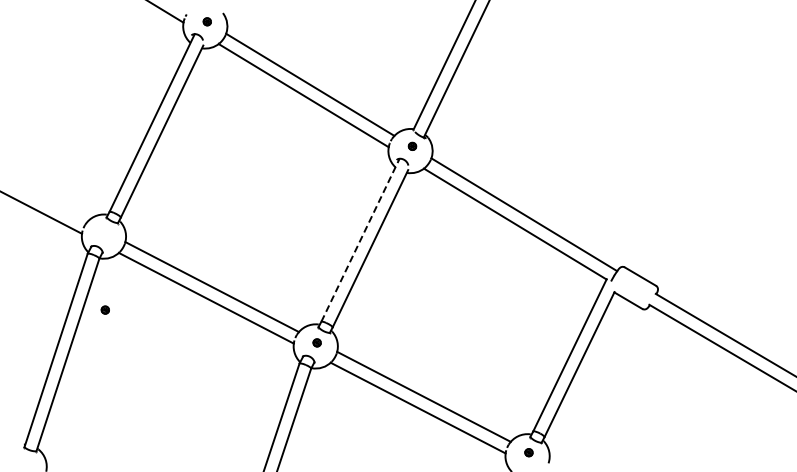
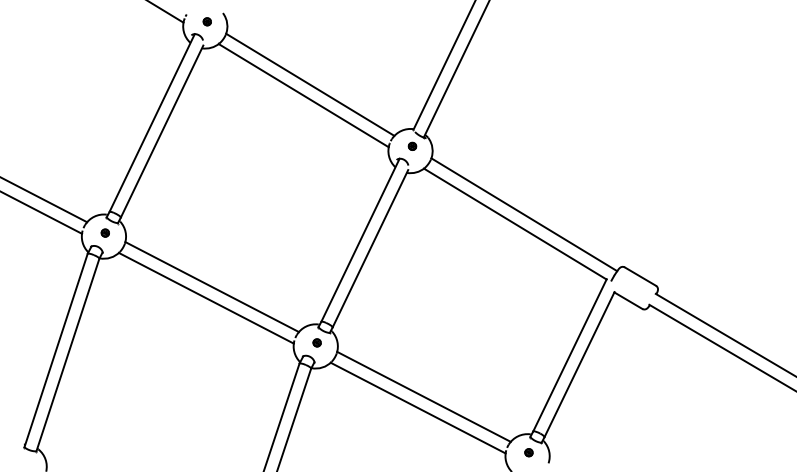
line at (44, 200): none -> present
line at (360, 239): dashed -> solid
part at (104, 309) position: (104, 309) -> (104, 232)
